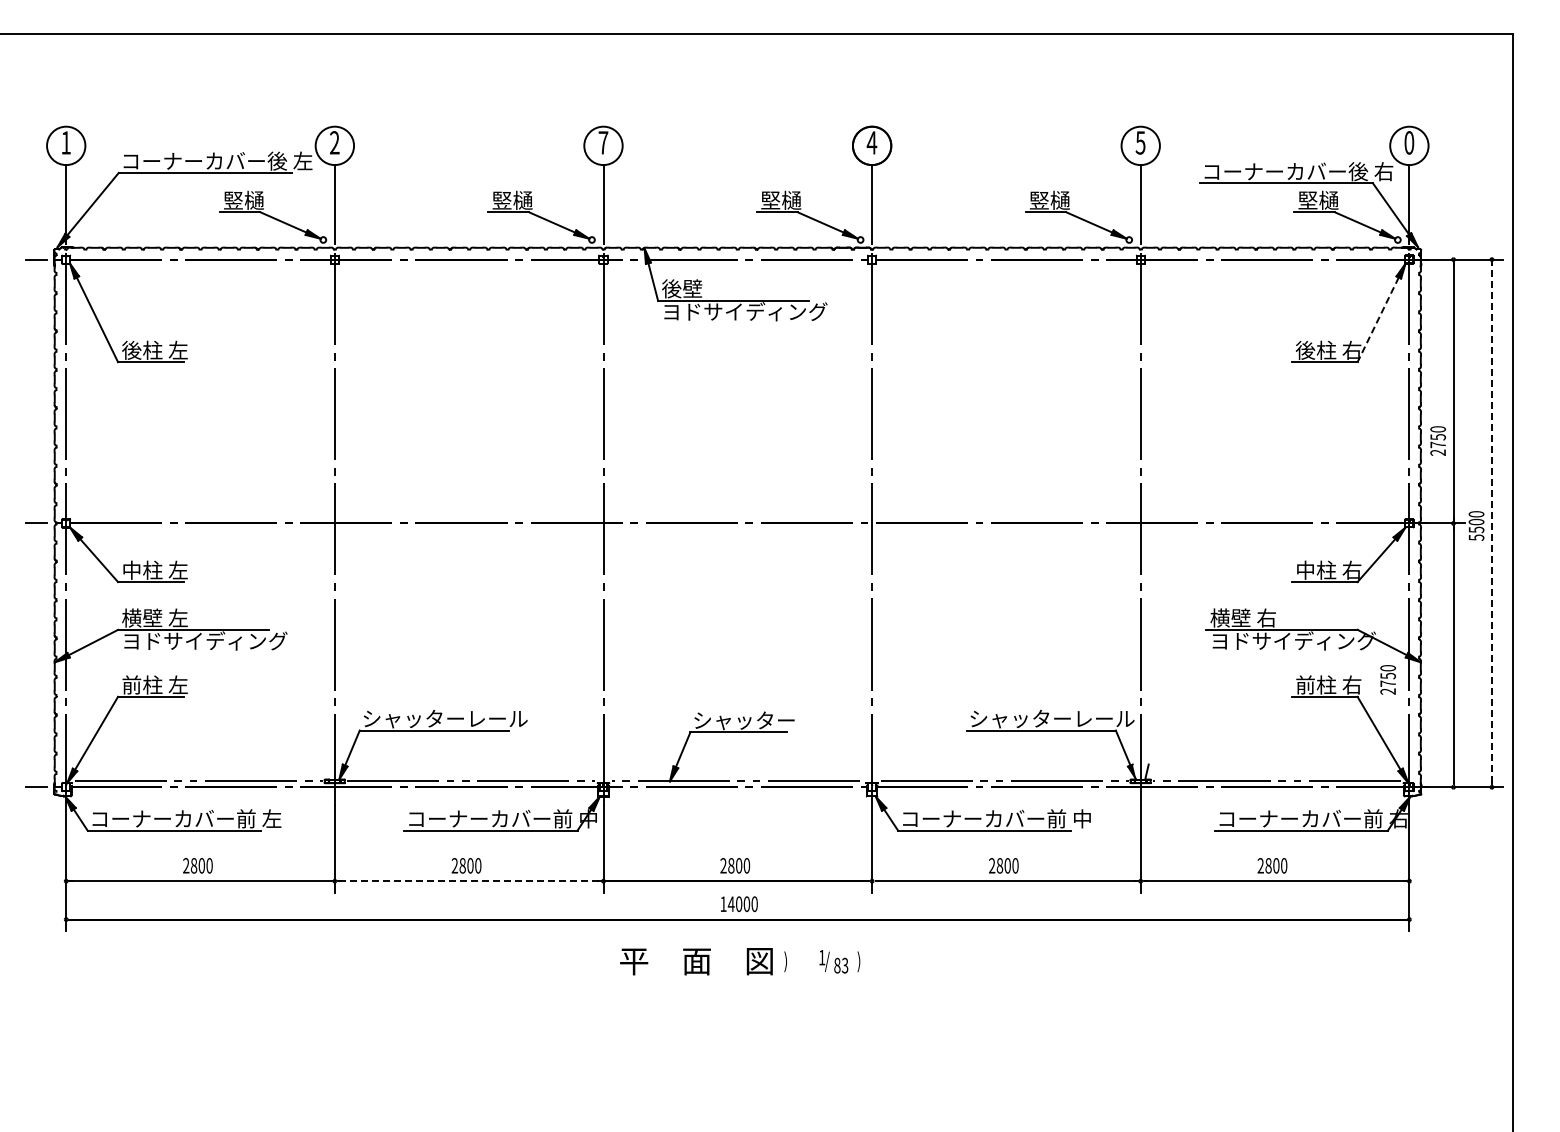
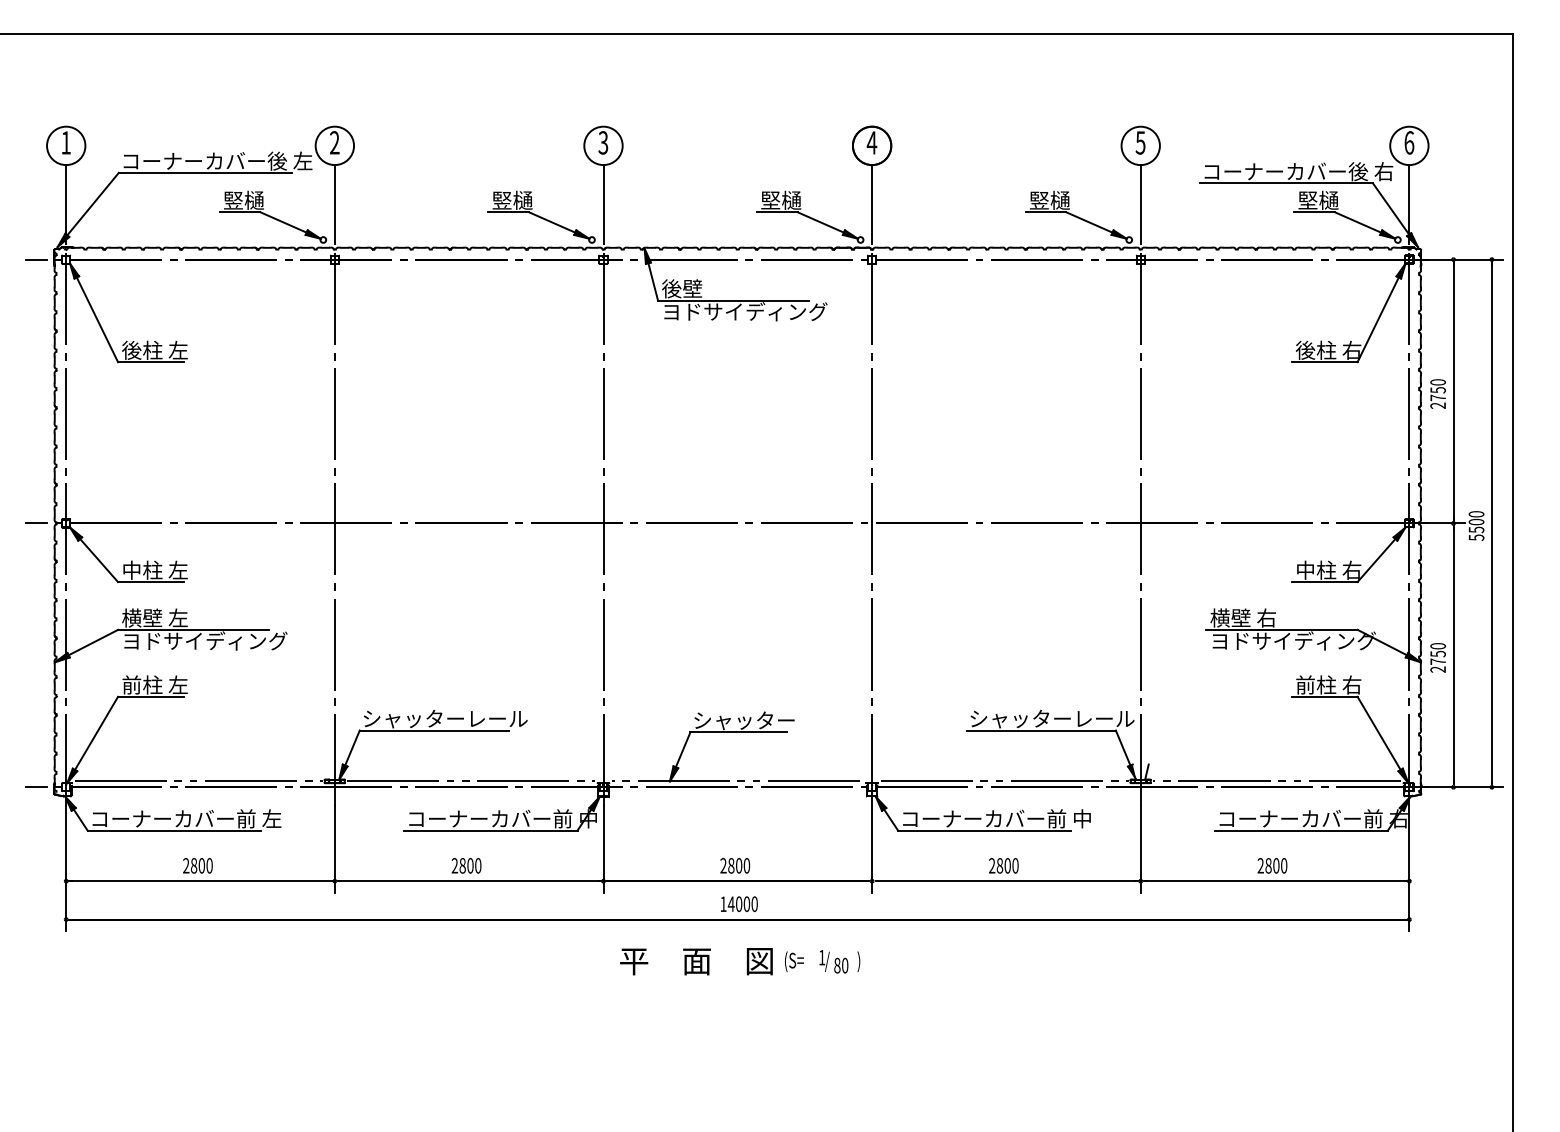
text at (603, 142): 7 -> 3
text at (1409, 142): 0 -> 6
line at (1377, 320): dashed -> solid
text at (1437, 440) position: (1437, 440) -> (1437, 393)
line at (1491, 522): dashed -> solid
text at (1387, 679) position: (1387, 679) -> (1437, 657)
line at (469, 881): dashed -> solid
text at (793, 961): ) -> (S=
text at (844, 965): 83 -> 80
